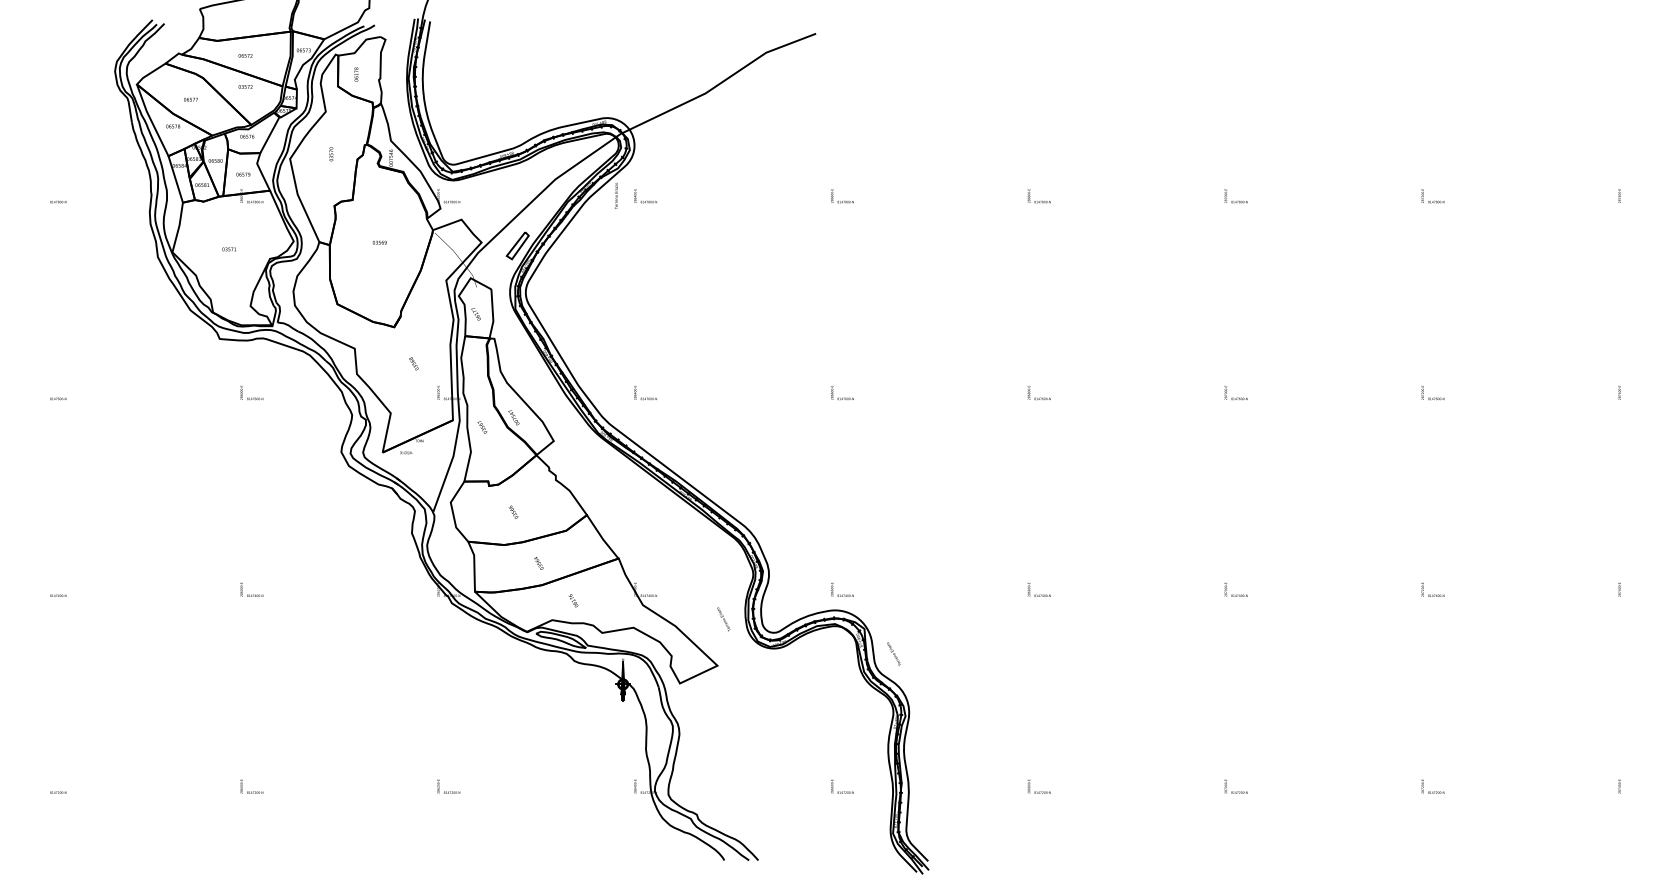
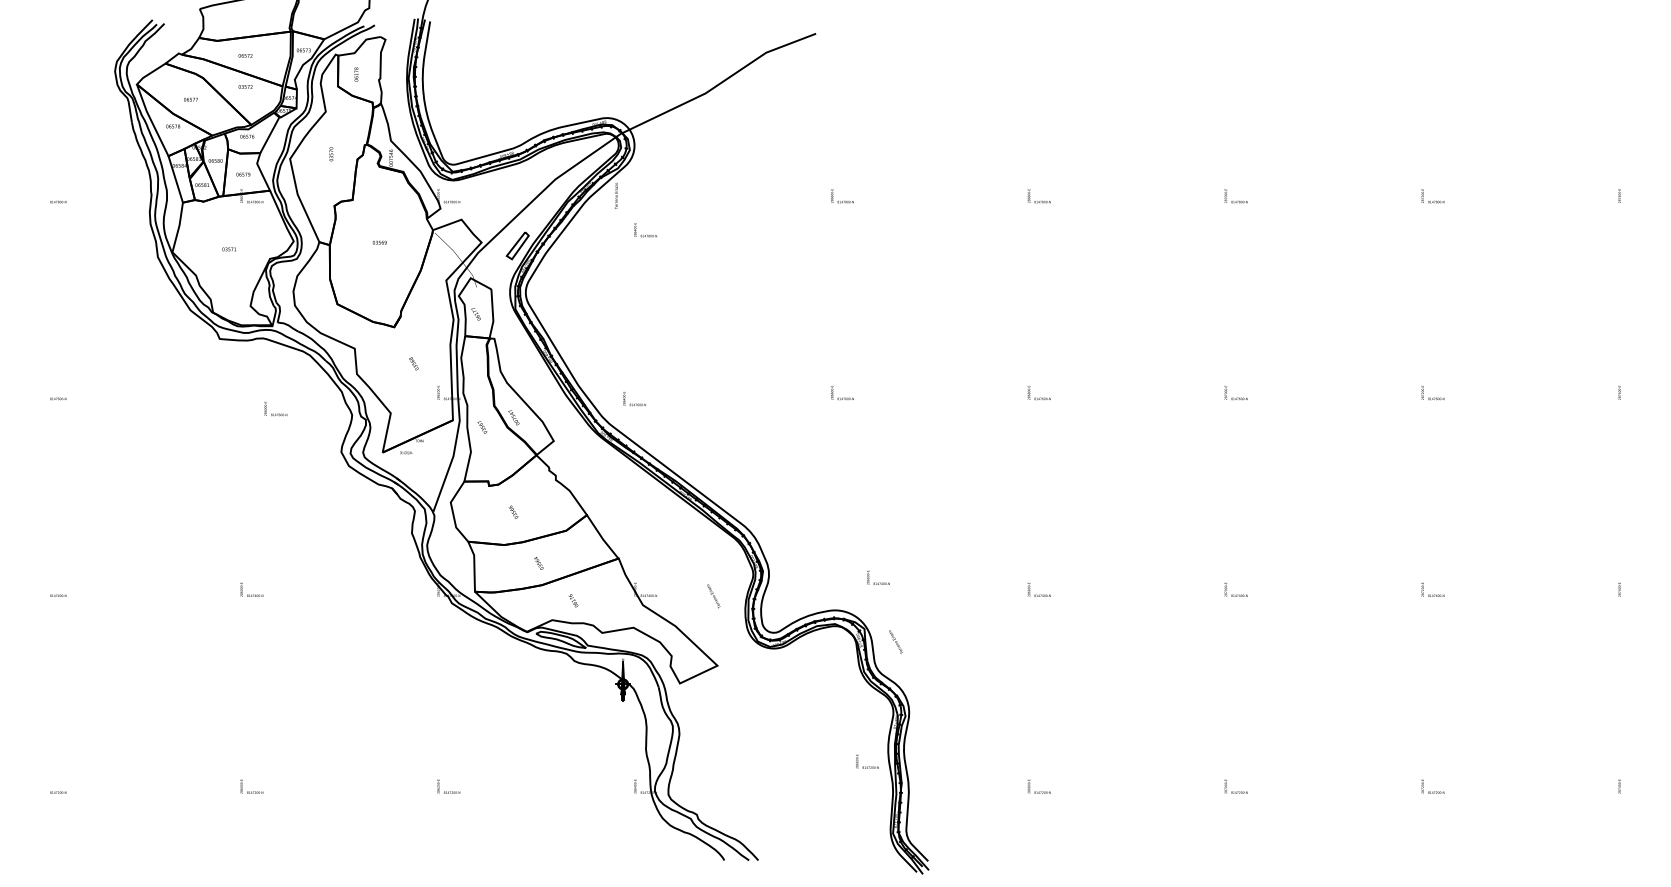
text at (645, 196) position: (645, 196) -> (645, 230)
text at (251, 393) position: (251, 393) -> (275, 409)
text at (645, 393) position: (645, 393) -> (634, 399)
text at (842, 589) position: (842, 589) -> (878, 577)
text at (723, 619) position: (723, 619) -> (713, 596)
text at (893, 653) position: (893, 653) -> (895, 641)
text at (842, 786) position: (842, 786) -> (867, 761)
